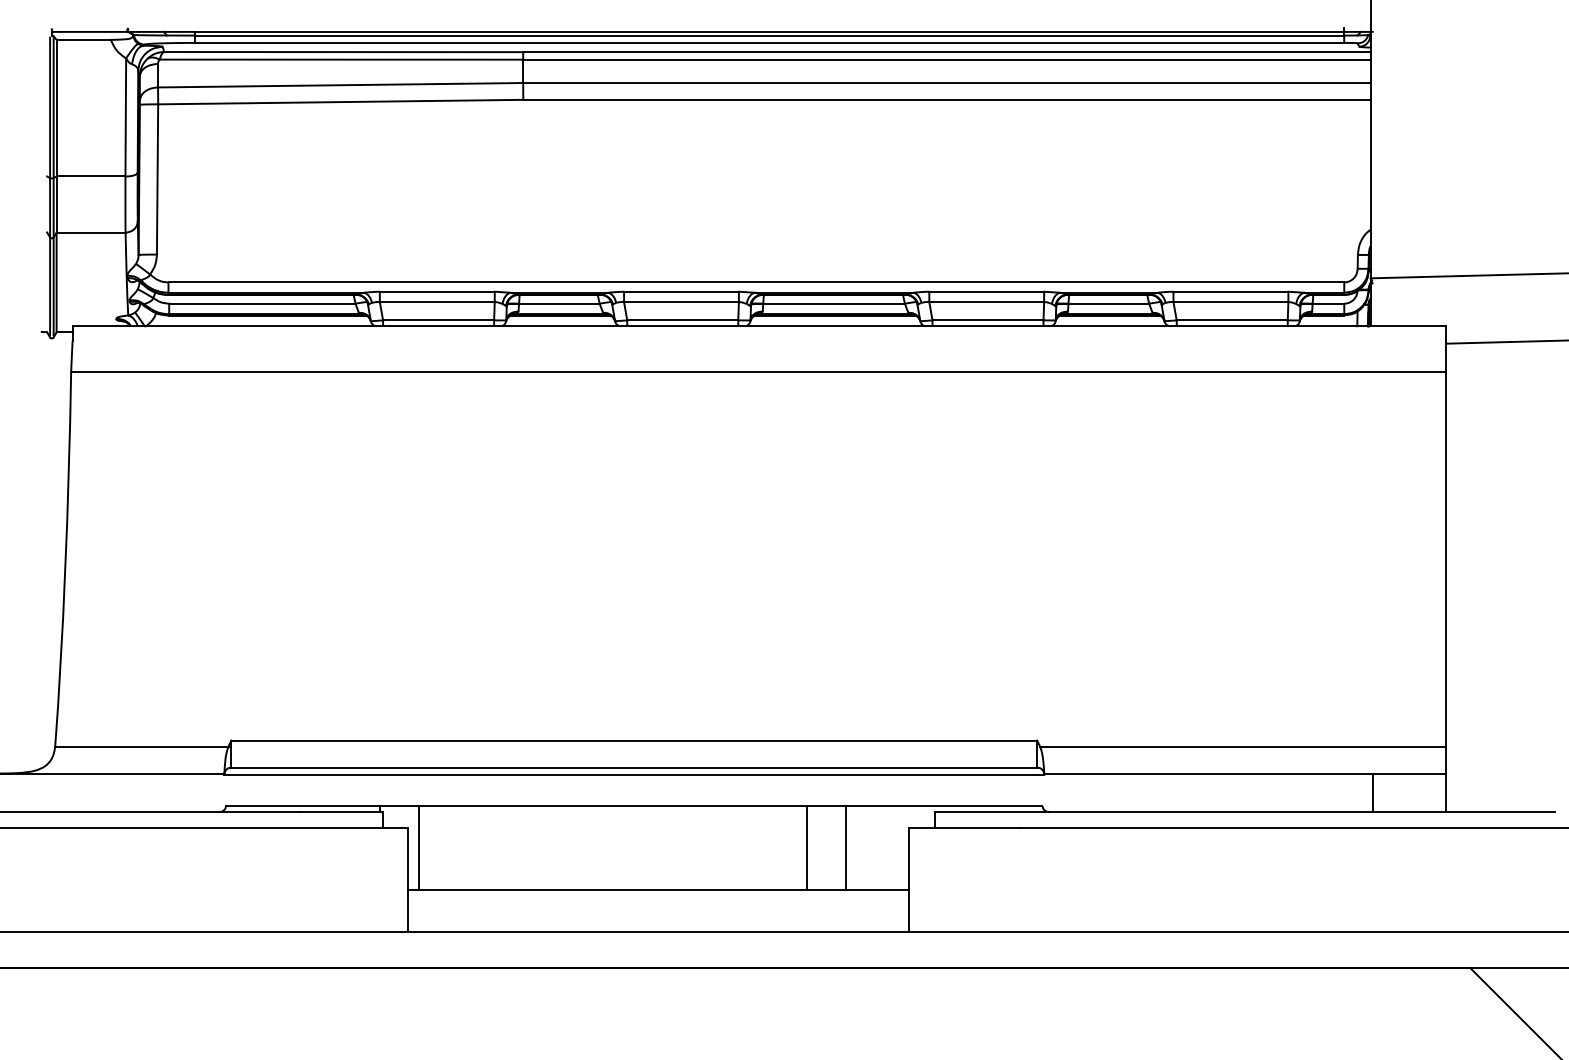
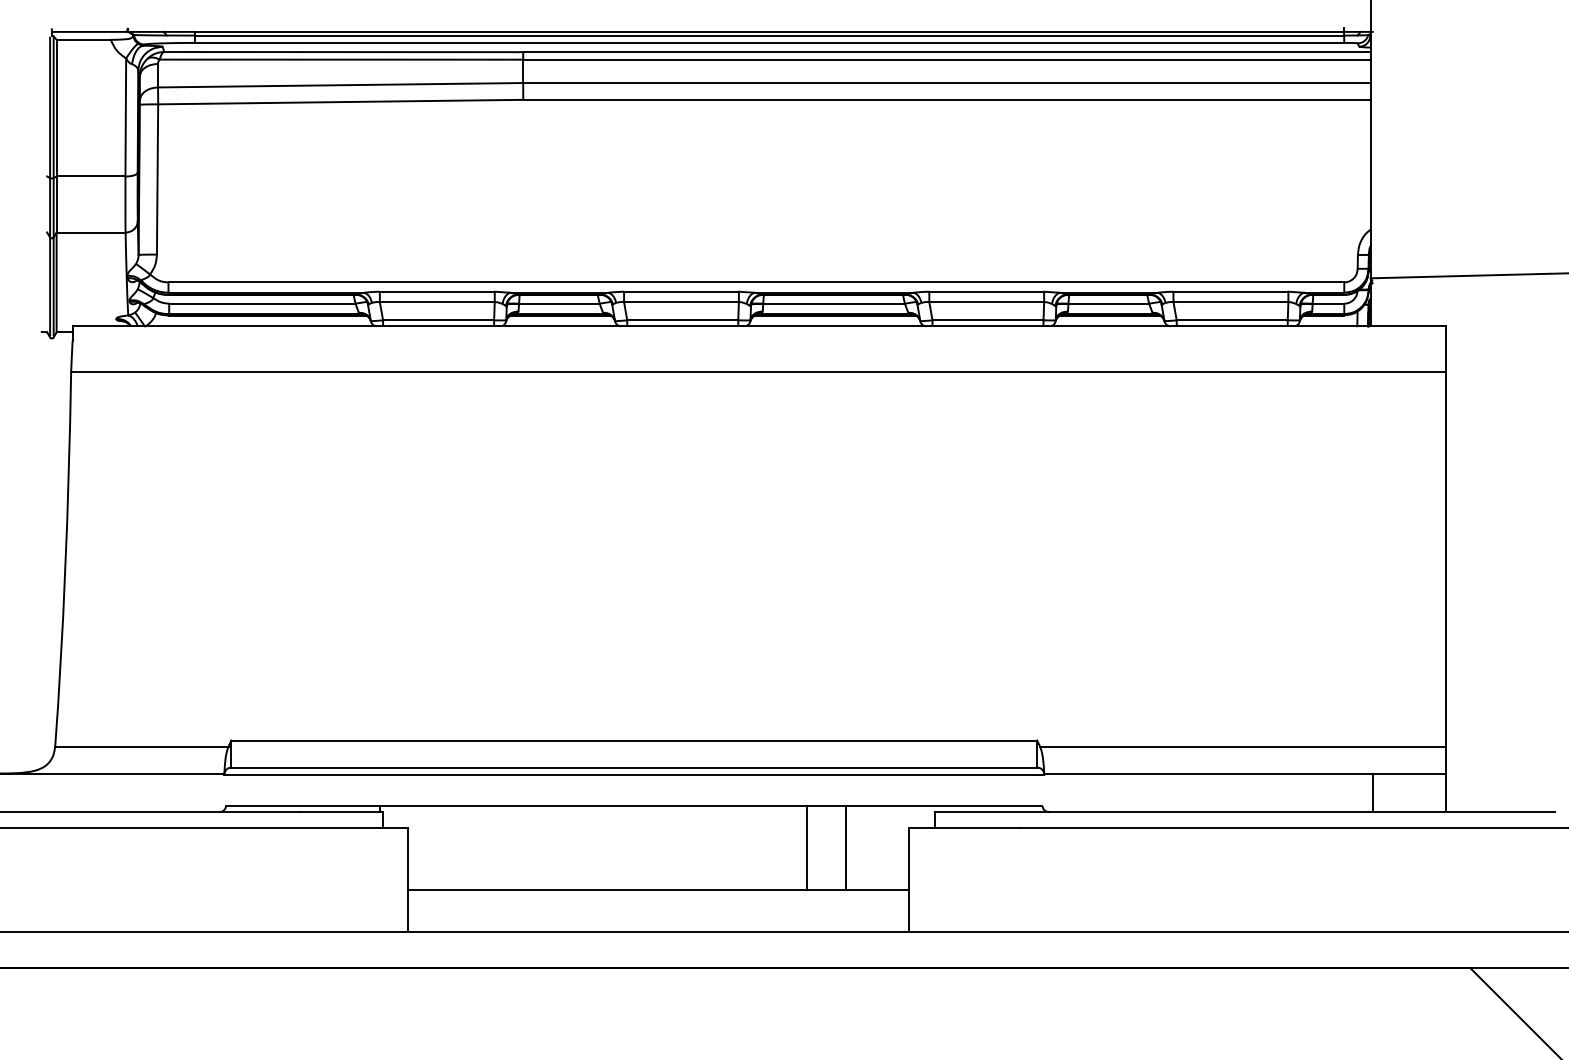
line at (1505, 341): present -> none
line at (419, 848): present -> none
